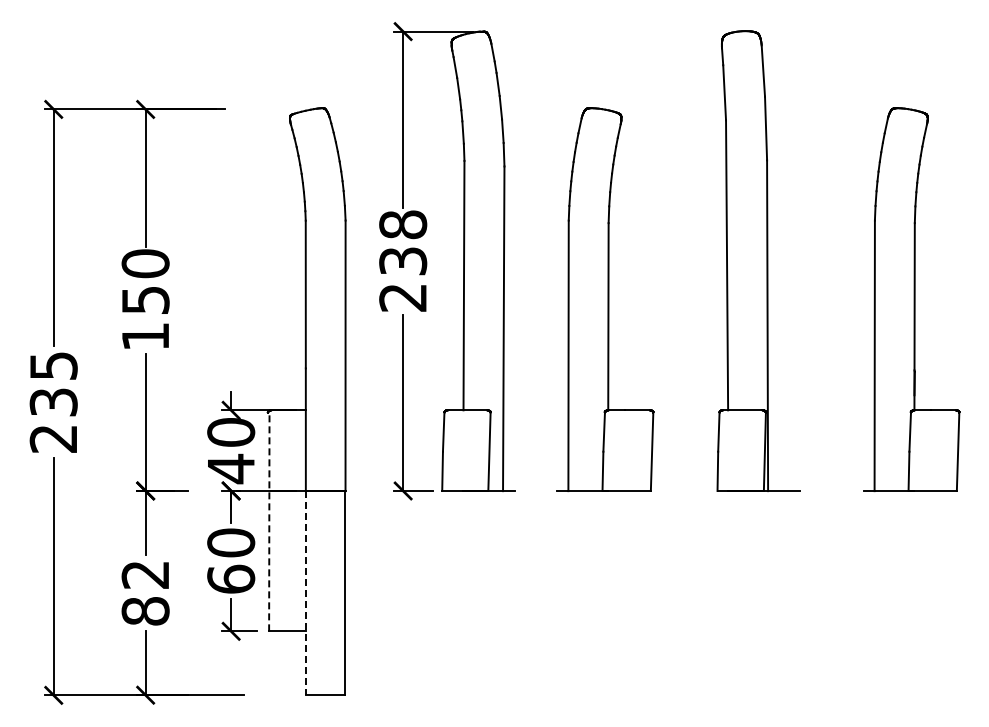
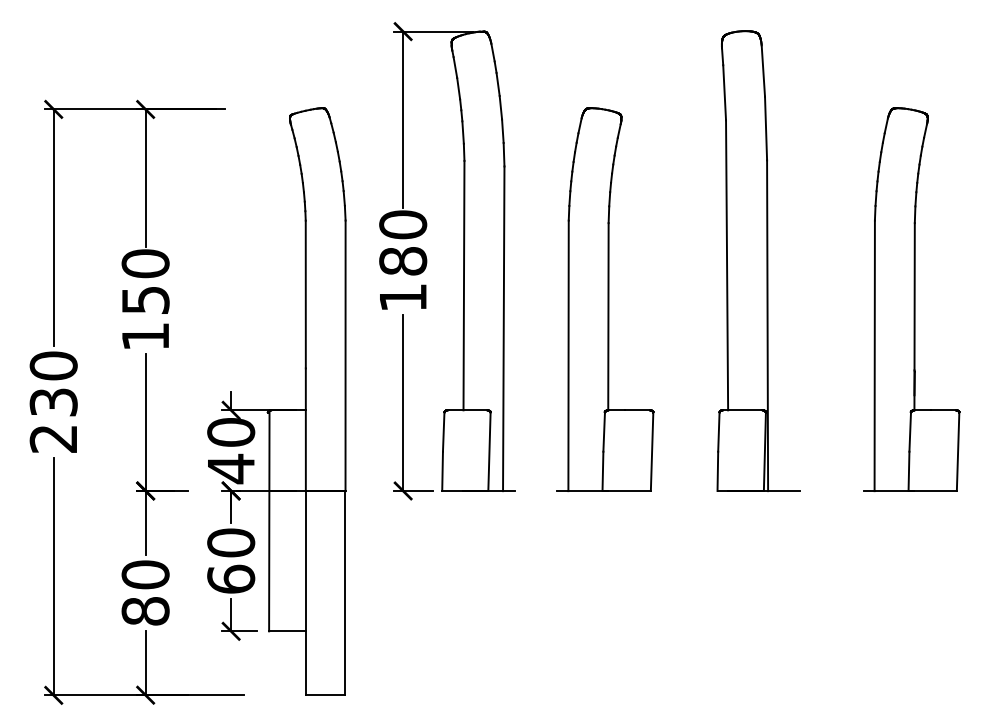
text at (403, 260): 238 -> 180
text at (53, 365): 235 -> 230
line at (269, 521): dashed -> solid
text at (145, 574): 82 -> 80
line at (305, 593): dashed -> solid
